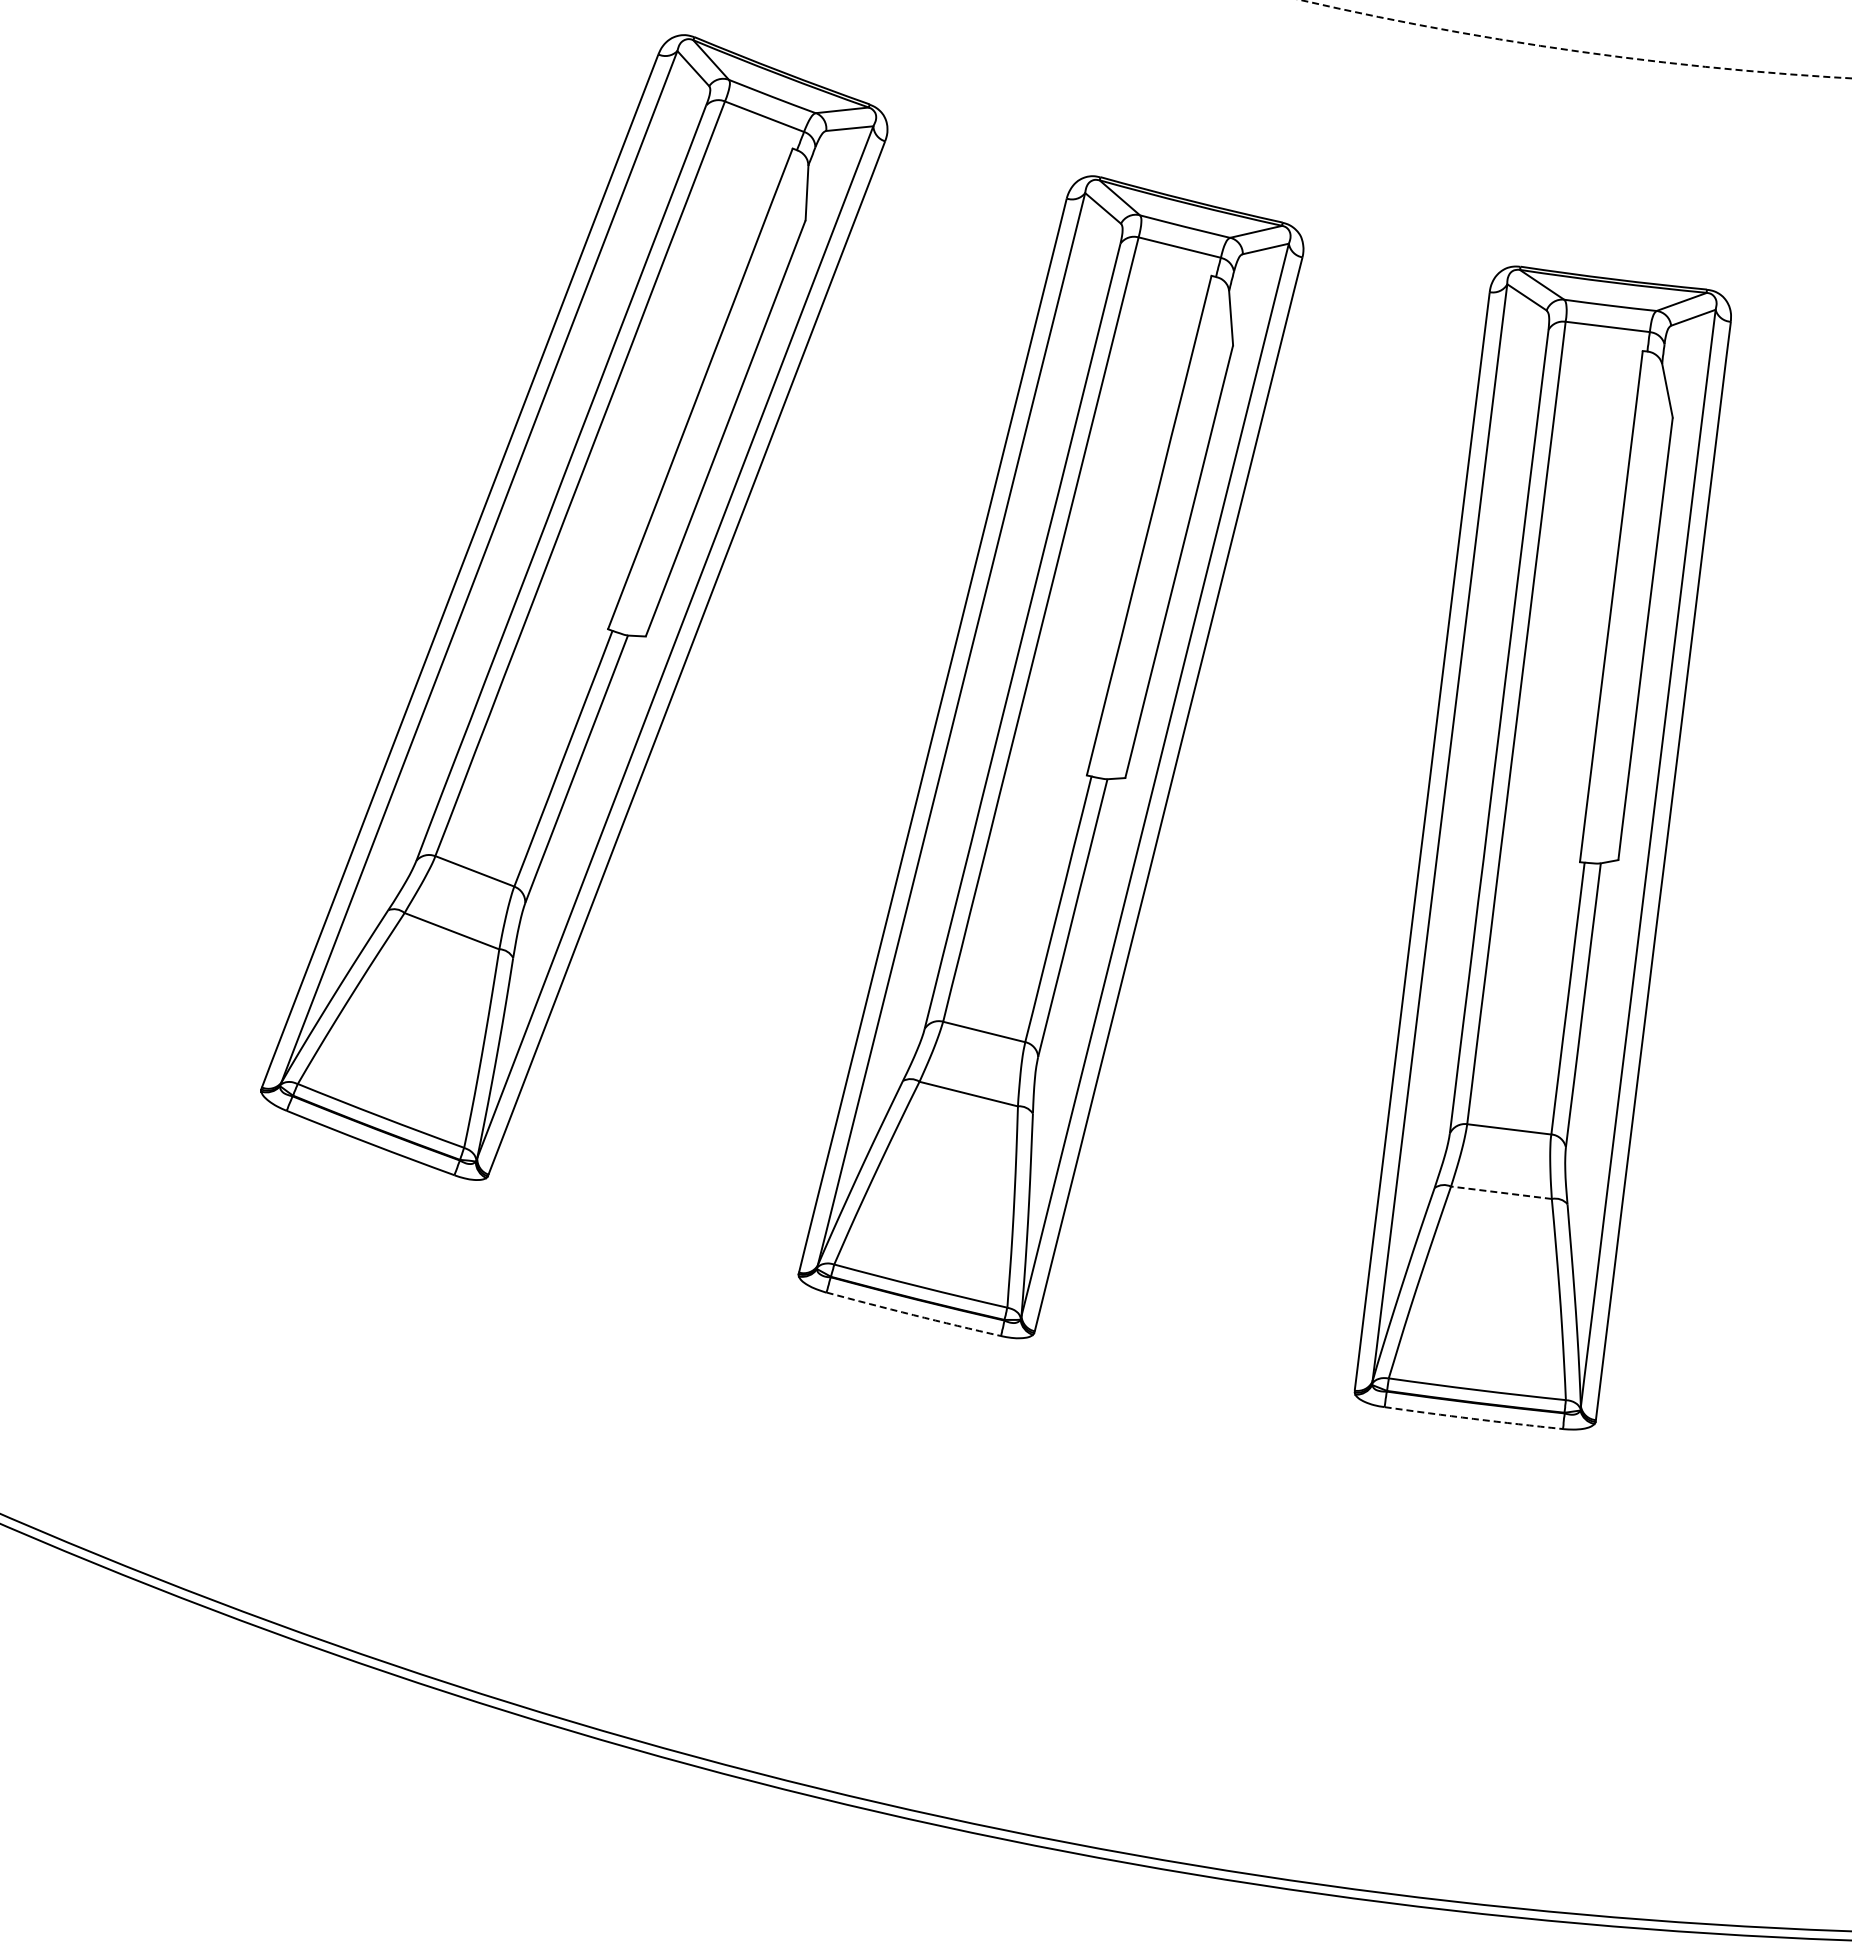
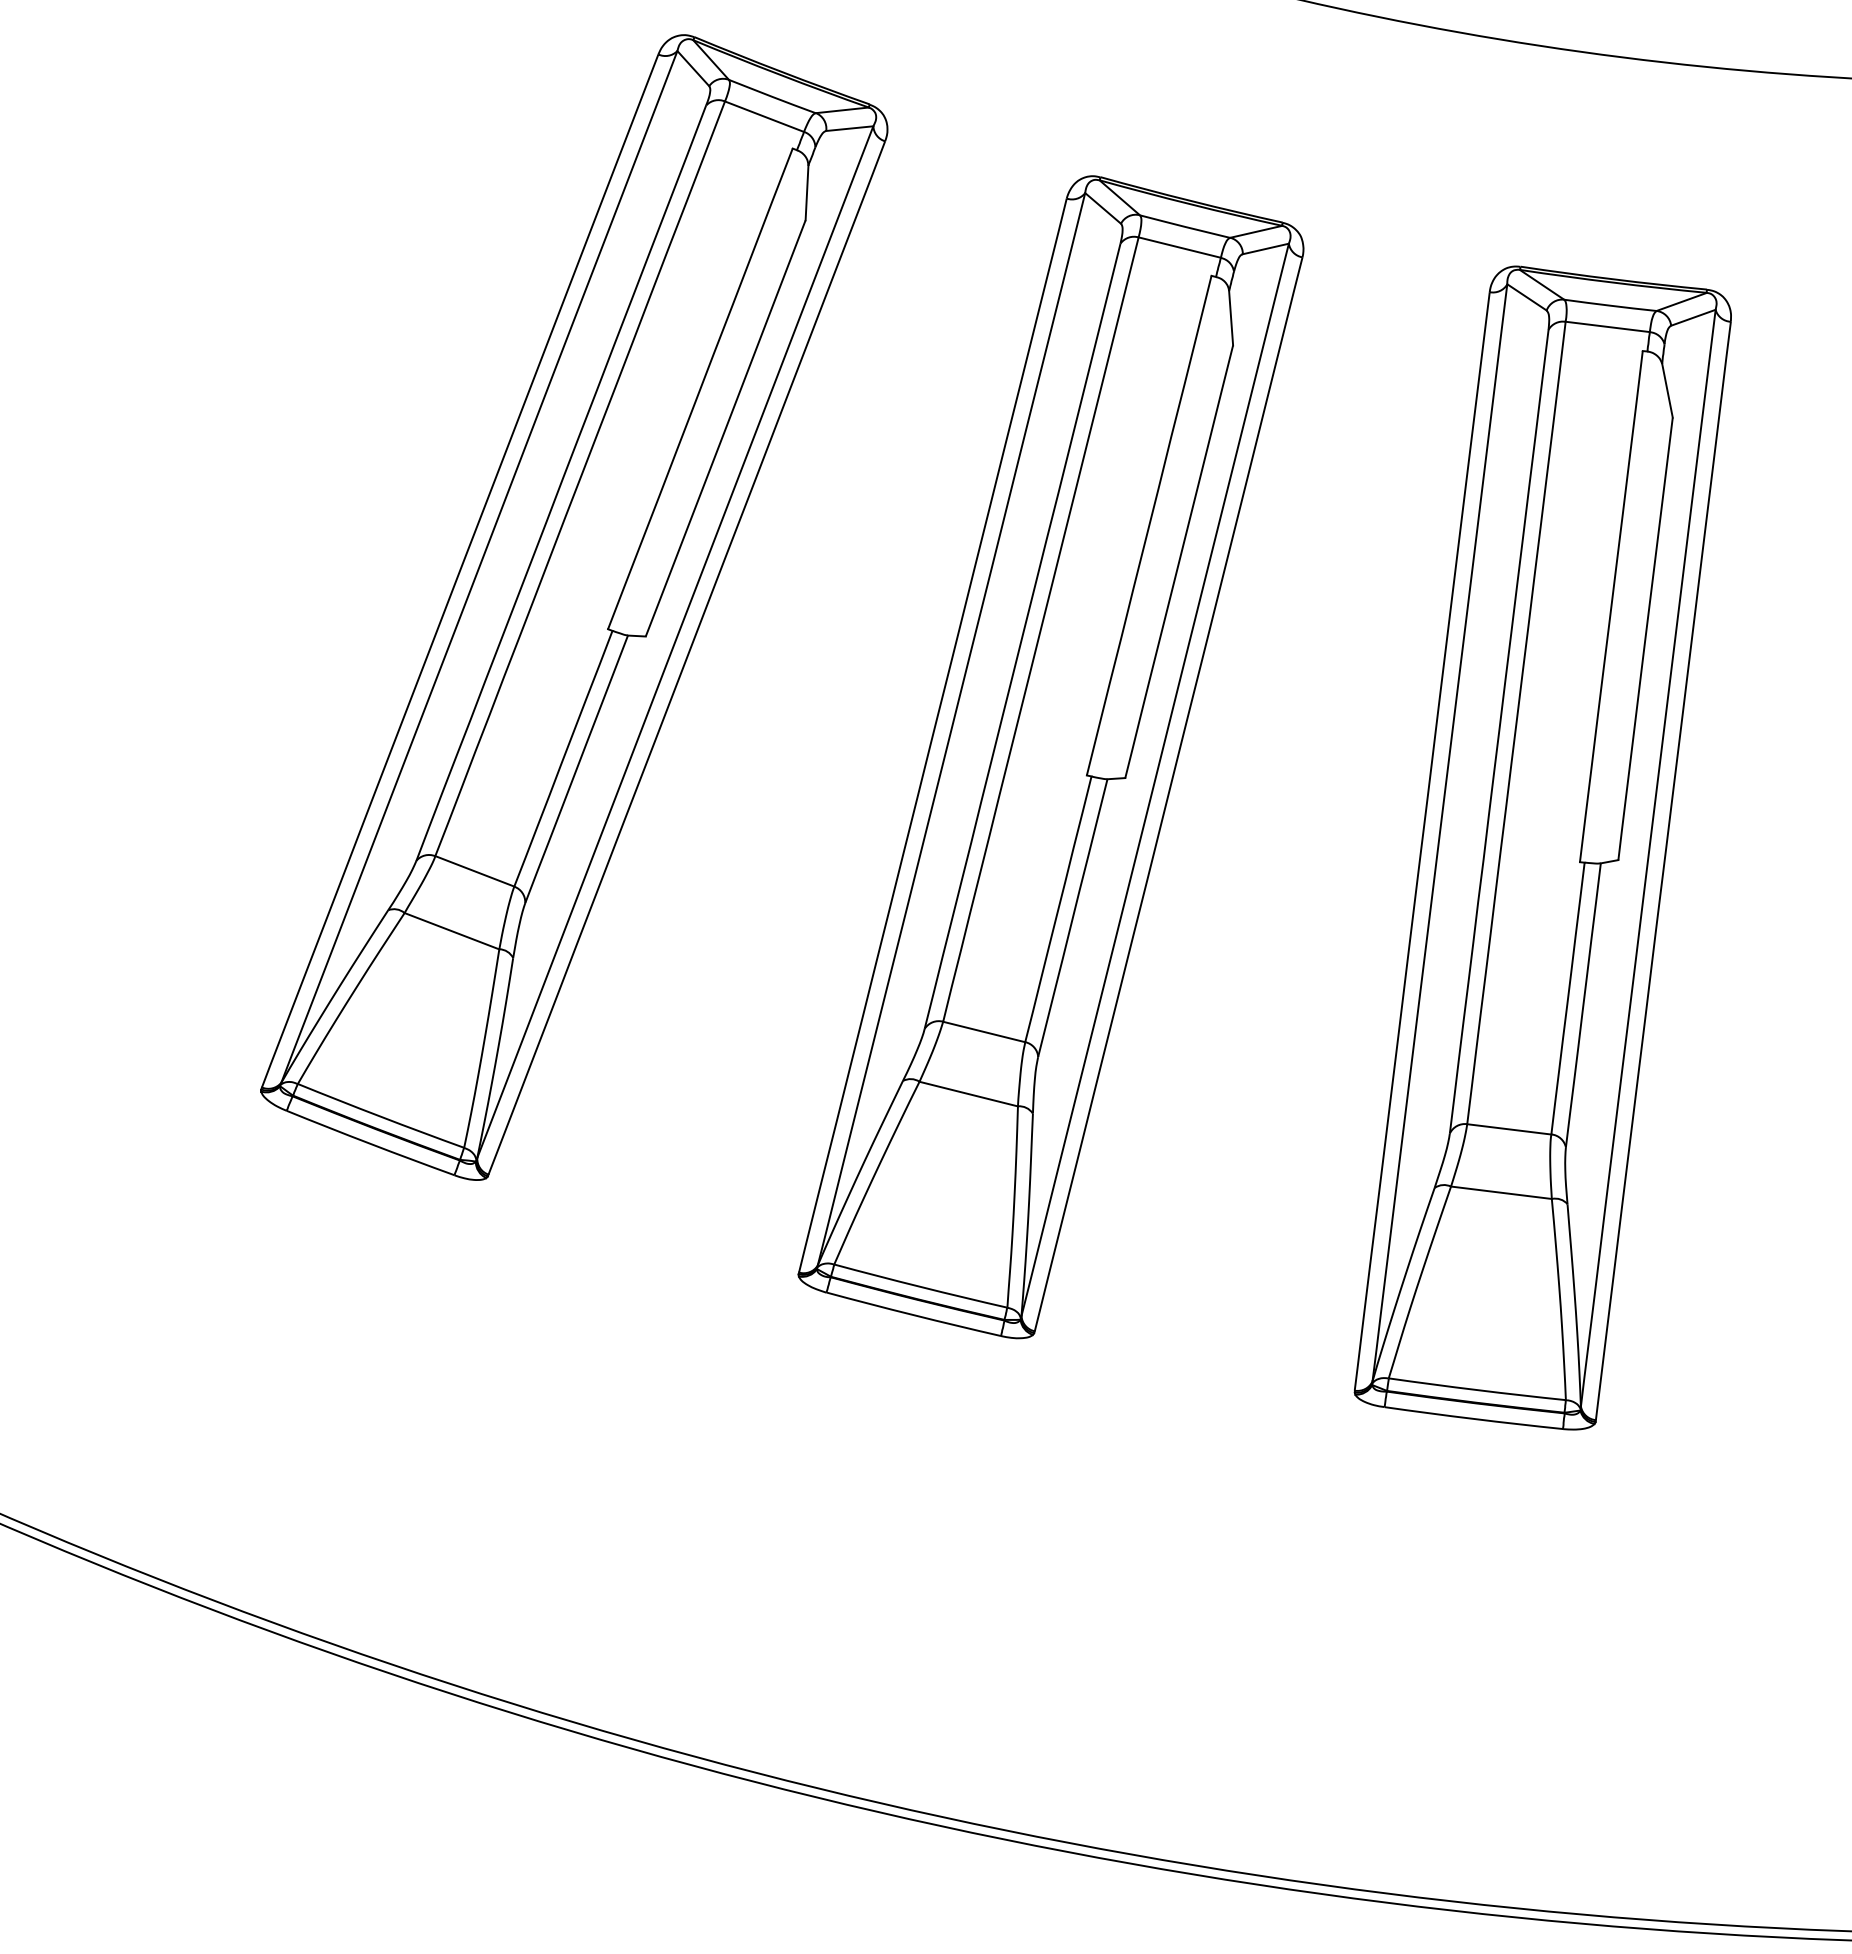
circle at (1575, 39): dashed -> solid
line at (1501, 1192): dashed -> solid
arc at (913, 1315): dashed -> solid
arc at (1473, 1418): dashed -> solid
